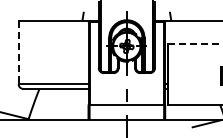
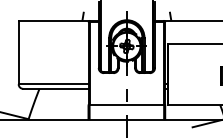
line at (196, 43): dashed -> solid
line at (18, 52): dashed -> solid
